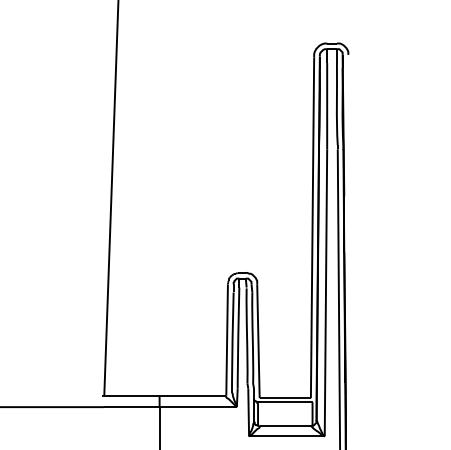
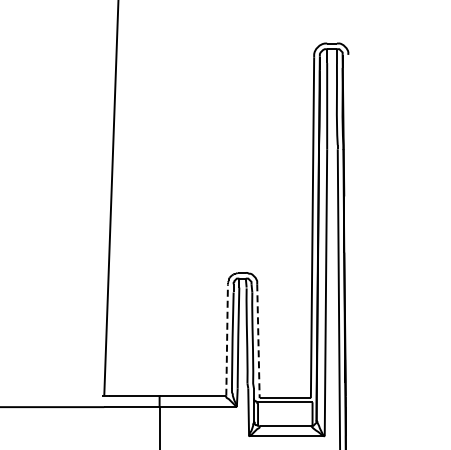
line at (227, 340): solid -> dashed
line at (258, 341): solid -> dashed
